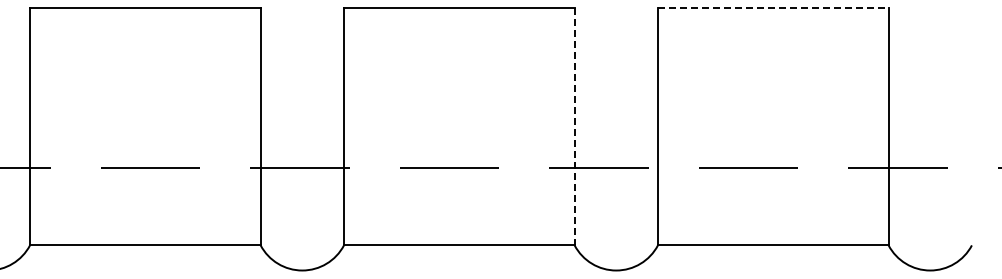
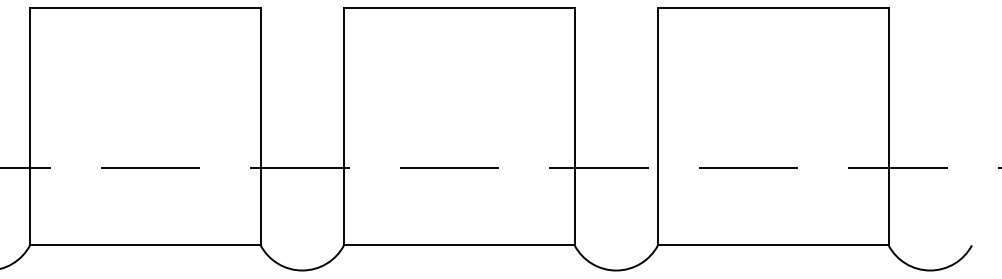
line at (773, 8): dashed -> solid
line at (574, 127): dashed -> solid
